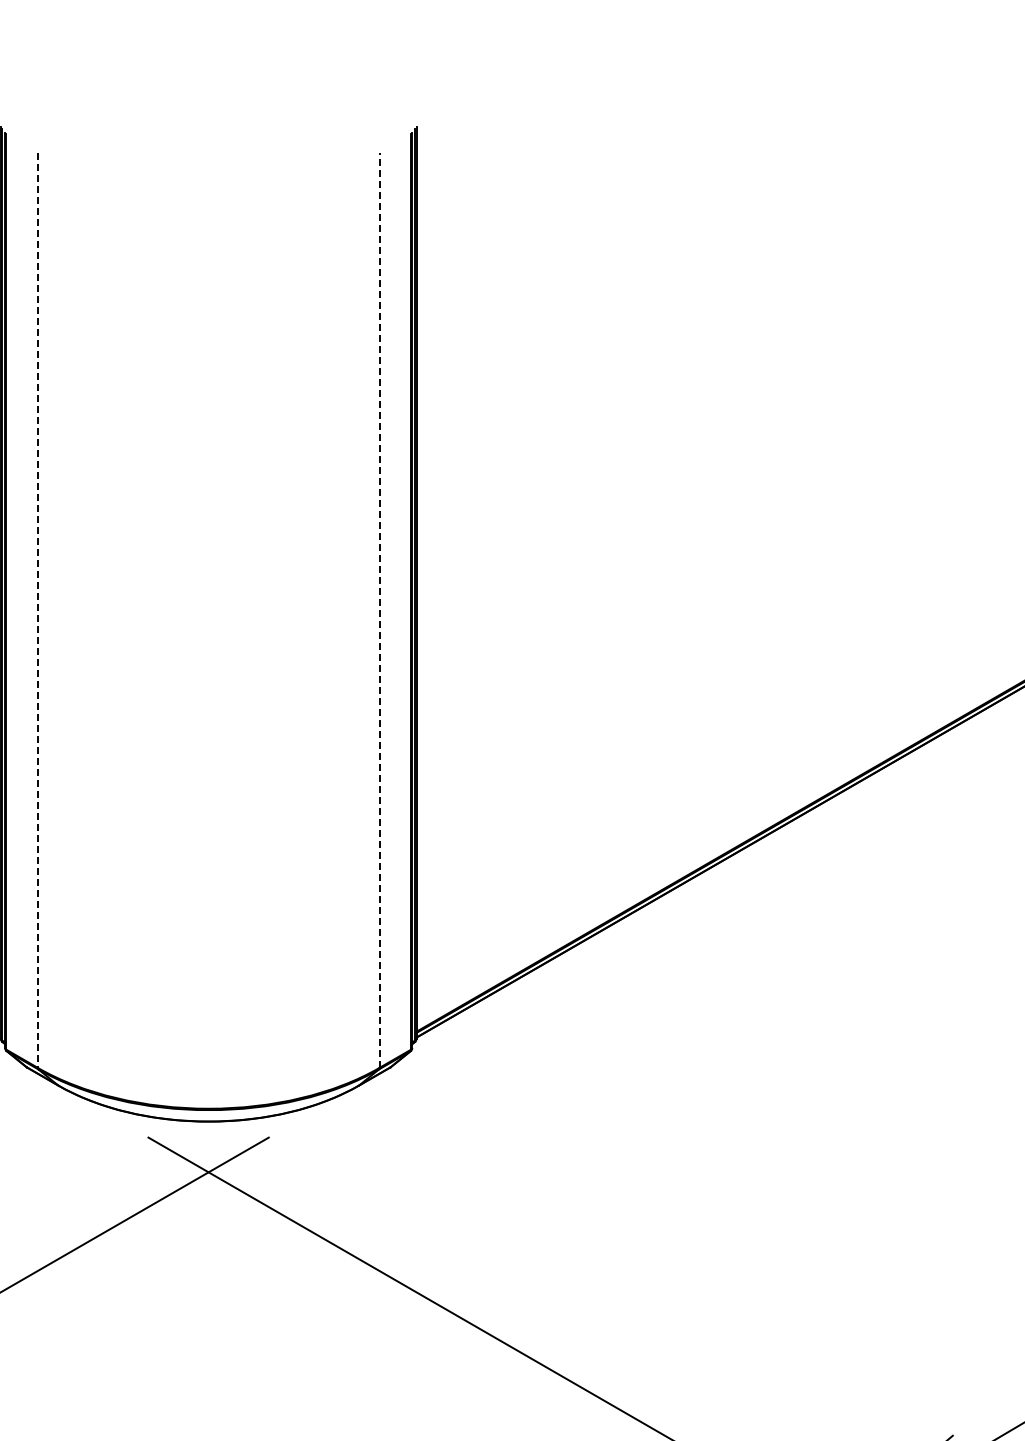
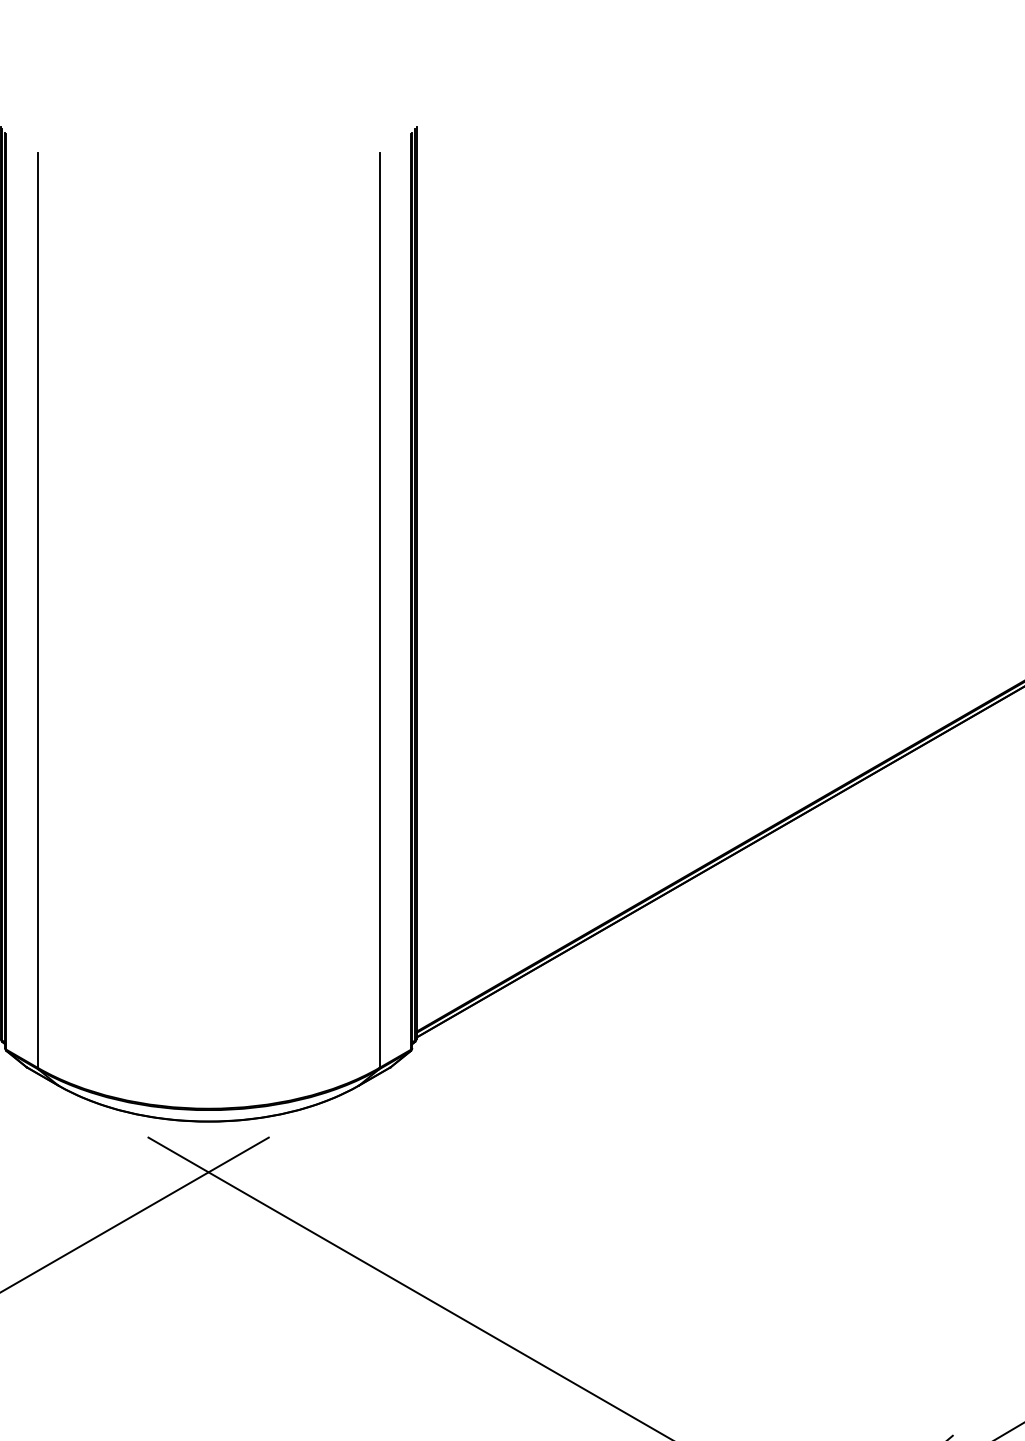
line at (37, 610): dashed -> solid
line at (379, 610): dashed -> solid
